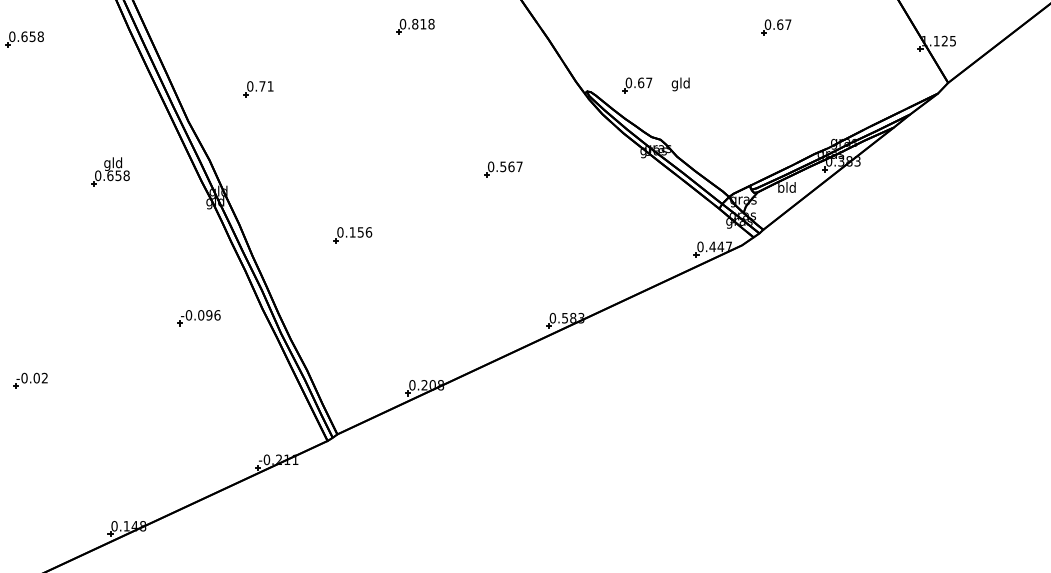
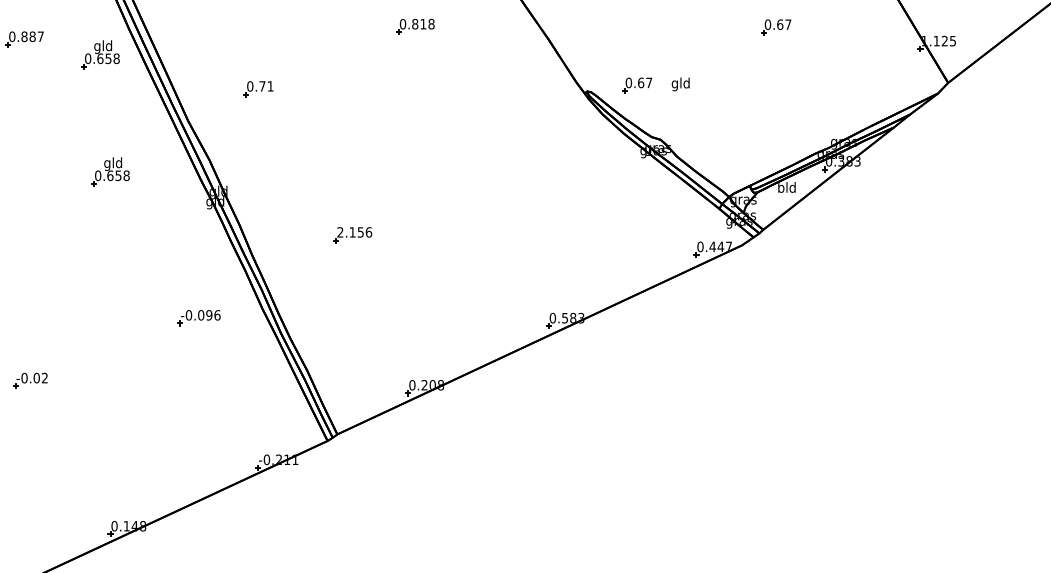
text at (32, 36): 0.658 -> 0.887
part at (100, 54): none -> present
part at (503, 169): present -> none
text at (340, 232): 0.156 -> 2.156
